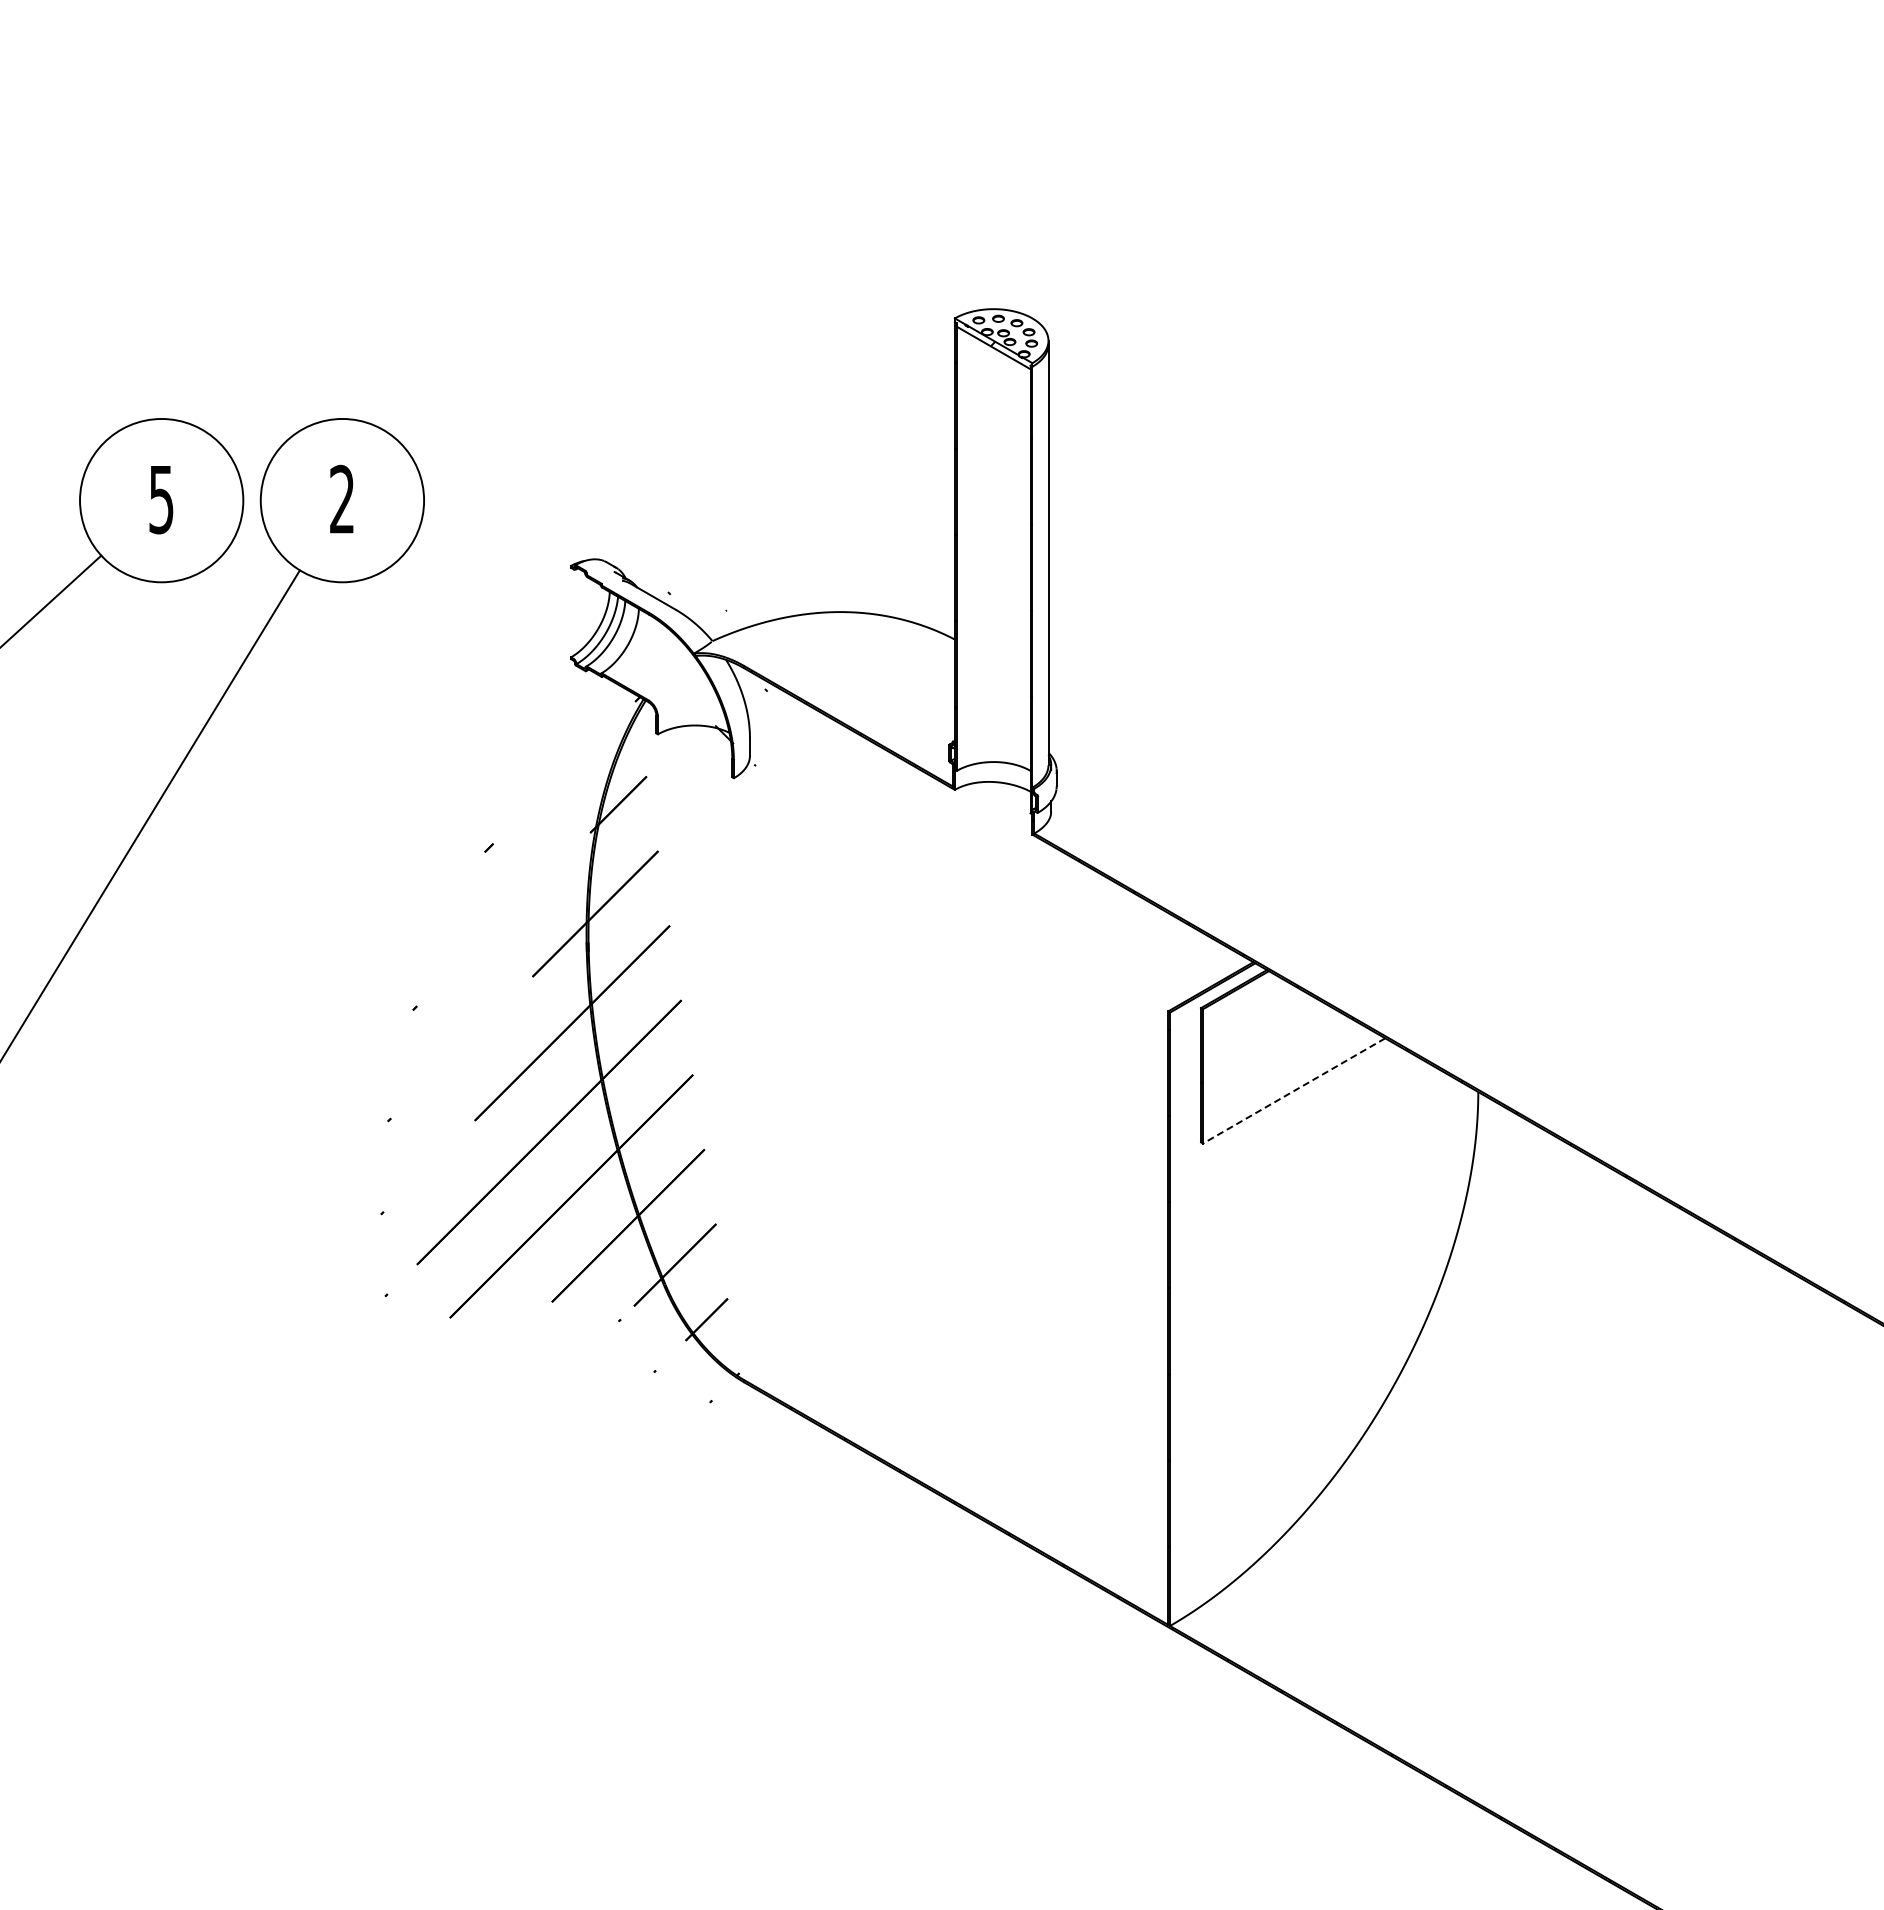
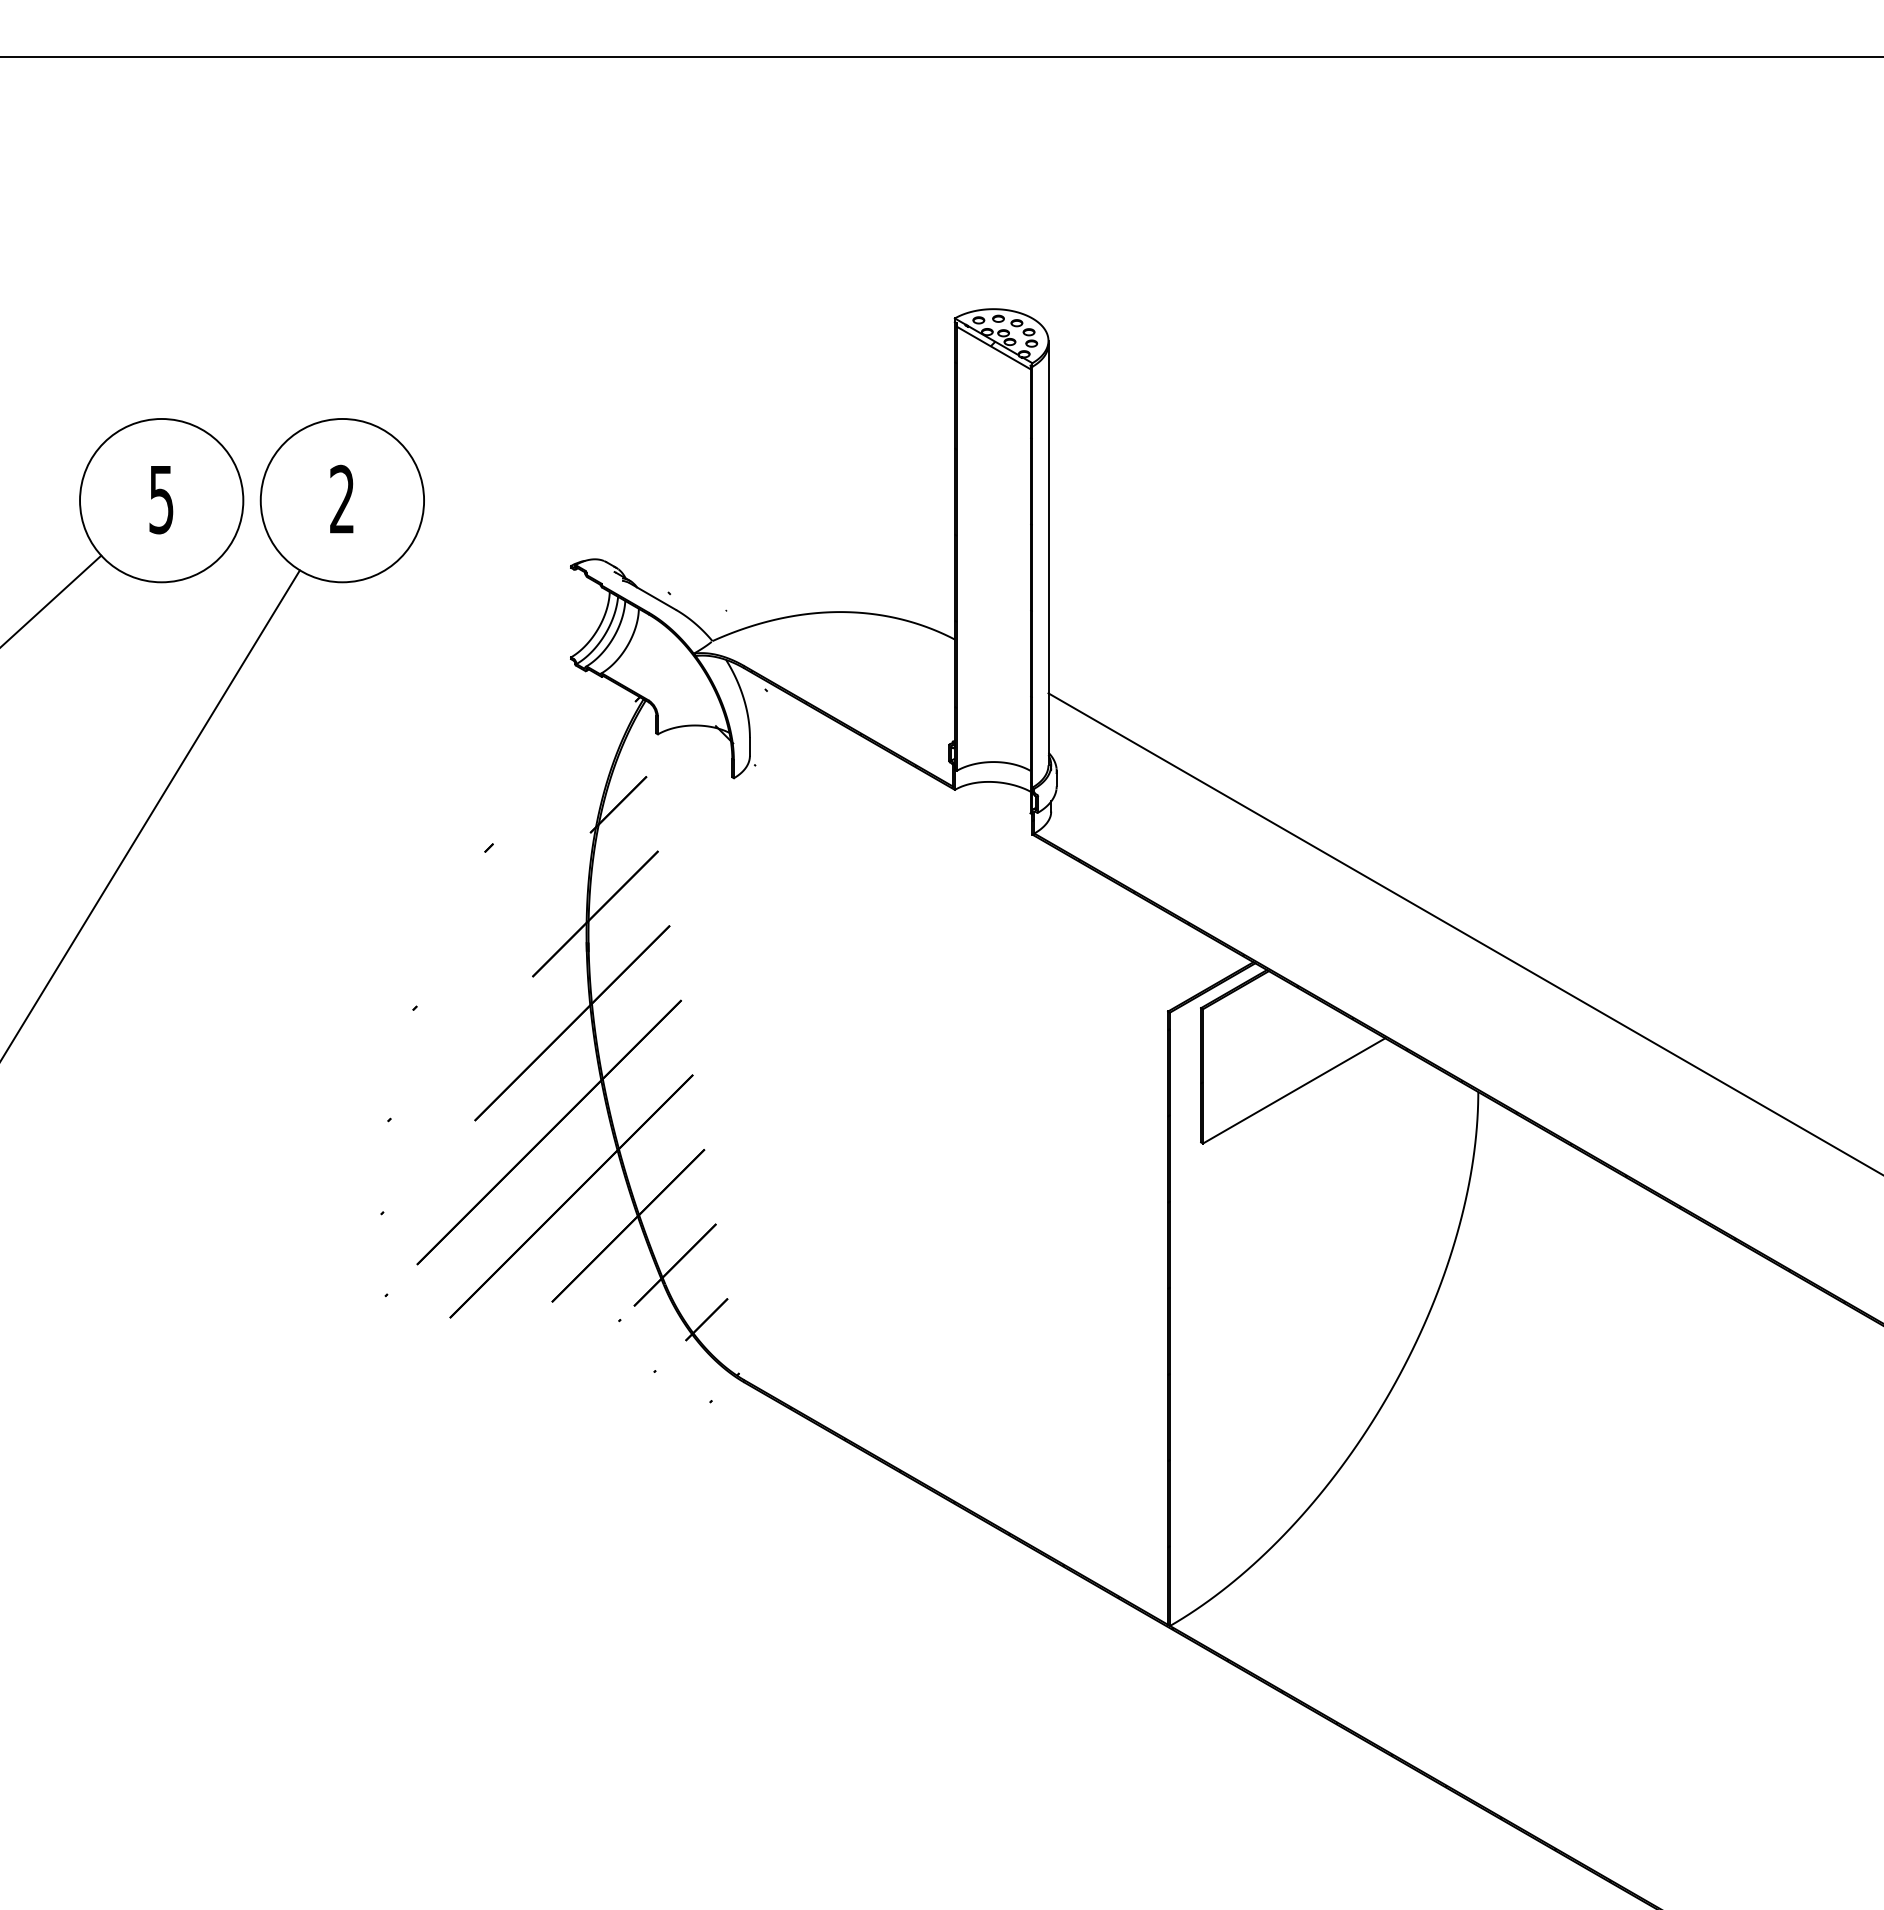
line at (941, 57): none -> present
line at (1464, 933): none -> present
line at (1293, 1091): dashed -> solid
